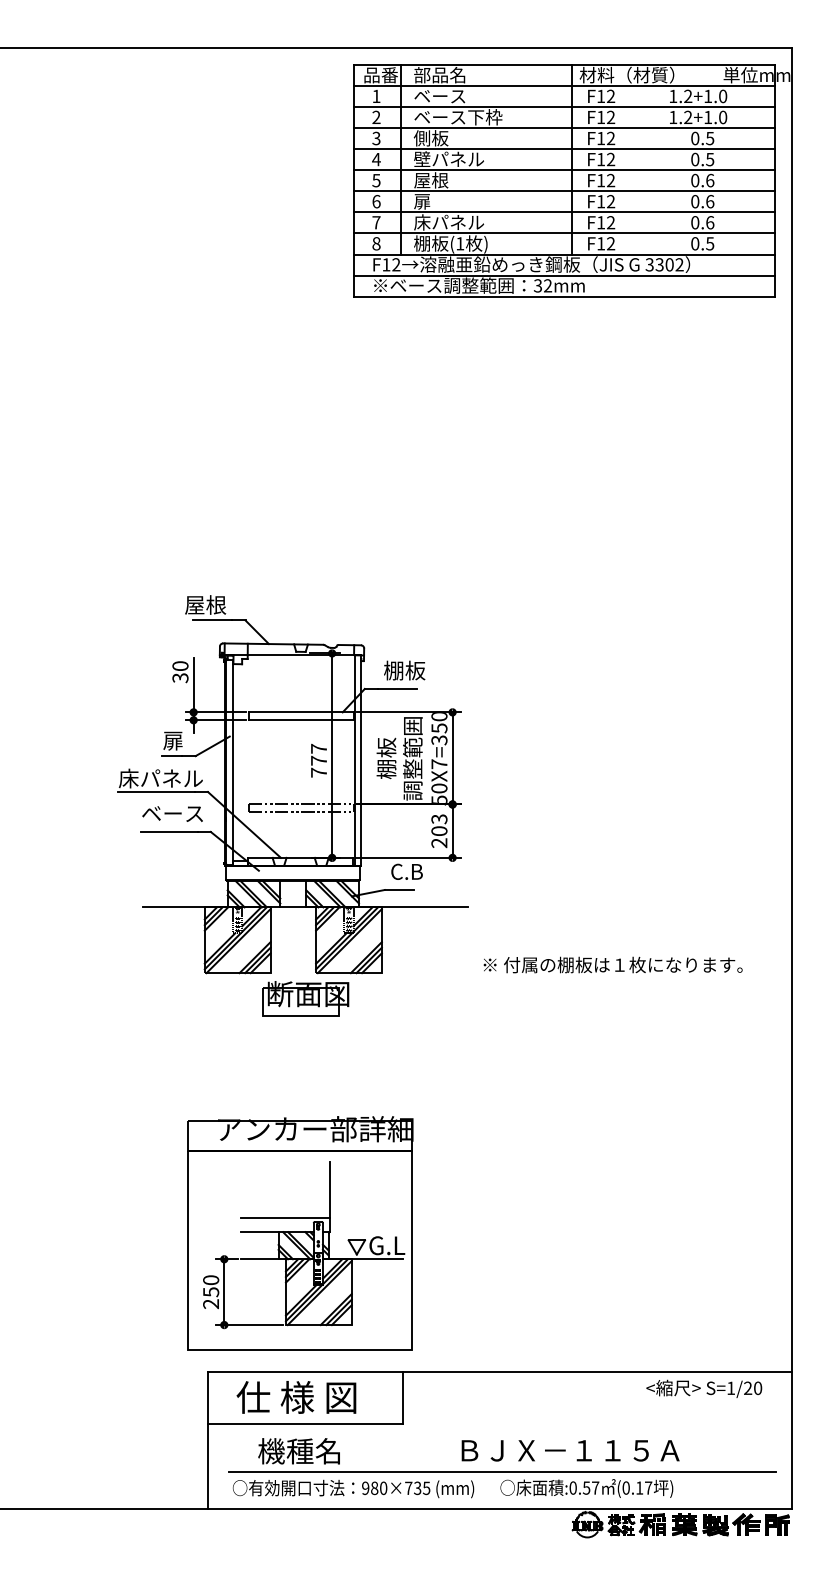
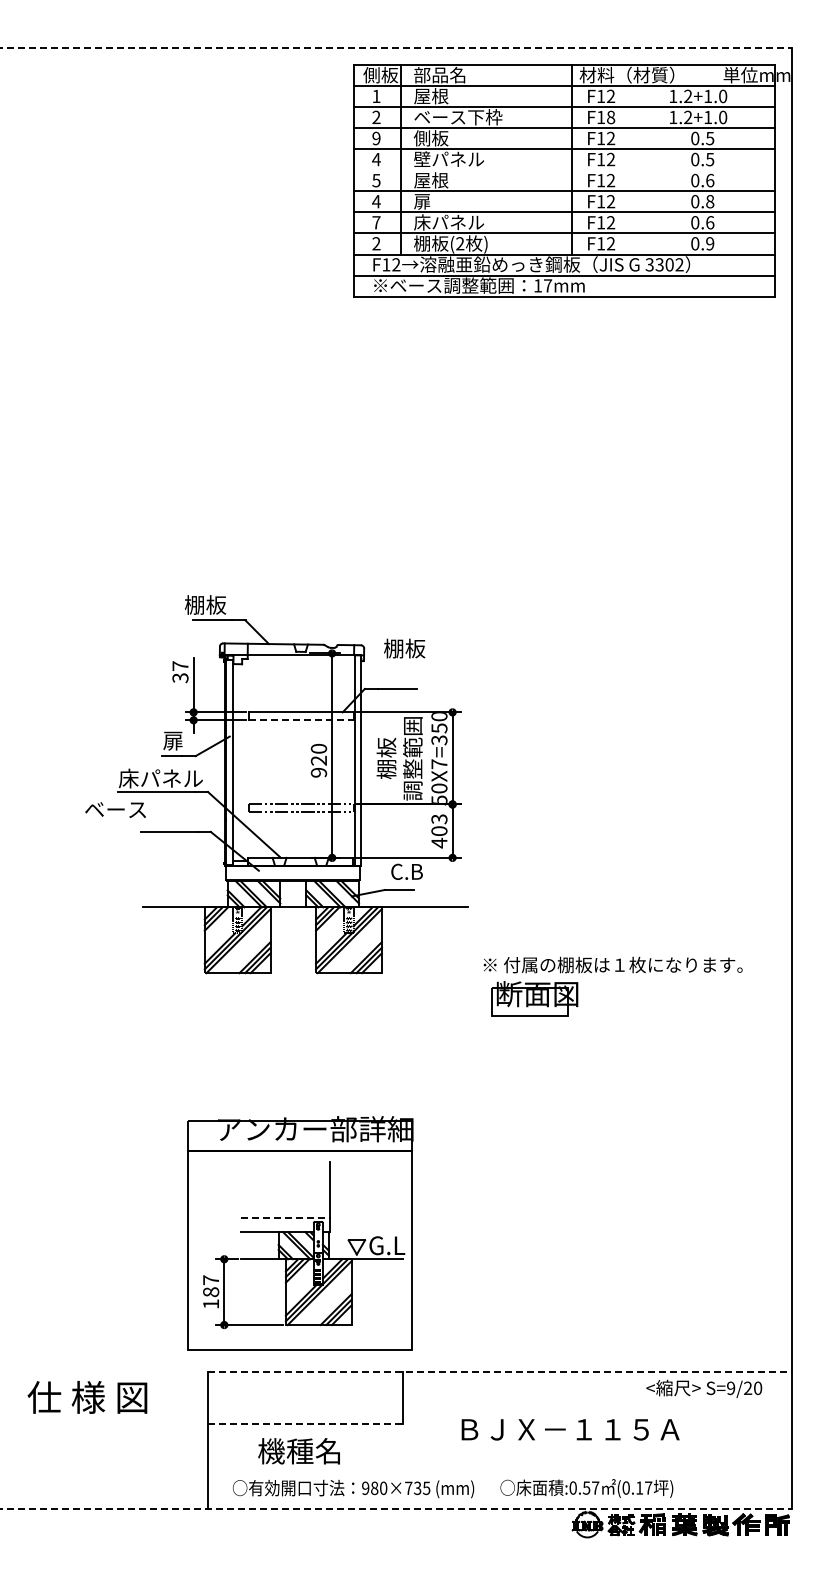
line at (396, 47): solid -> dashed
text at (380, 75): 品番 -> 側板
text at (439, 96): ベース -> 屋根
text at (611, 117): F12 -> F18
text at (376, 138): 3 -> 9
line at (563, 170): present -> none
text at (376, 201): 6 -> 4
text at (710, 201): 0.6 -> 0.8
text at (376, 243): 8 -> 2
text at (460, 243): (1 -> (2
text at (710, 243): 0.5 -> 0.9
text at (542, 285): 32mm -> 17mm
text at (205, 604): 屋根 -> 棚板
text at (180, 665): 30 -> 37
text at (404, 670) position: (404, 670) -> (404, 648)
line at (301, 720): solid -> dashed
text at (318, 760): 777 -> 920
text at (172, 813) position: (172, 813) -> (115, 809)
text at (439, 842): 203 -> 403
part at (305, 998) position: (305, 998) -> (534, 998)
line at (285, 1217): solid -> dashed
text at (211, 1292): 250 -> 187
line at (500, 1371): solid -> dashed
text at (731, 1388): S=1/20 -> S=9/20
text at (296, 1397) position: (296, 1397) -> (87, 1397)
line at (305, 1424): solid -> dashed
text at (570, 1450) position: (570, 1450) -> (570, 1429)
line at (502, 1472): present -> none
line at (396, 1508): solid -> dashed
